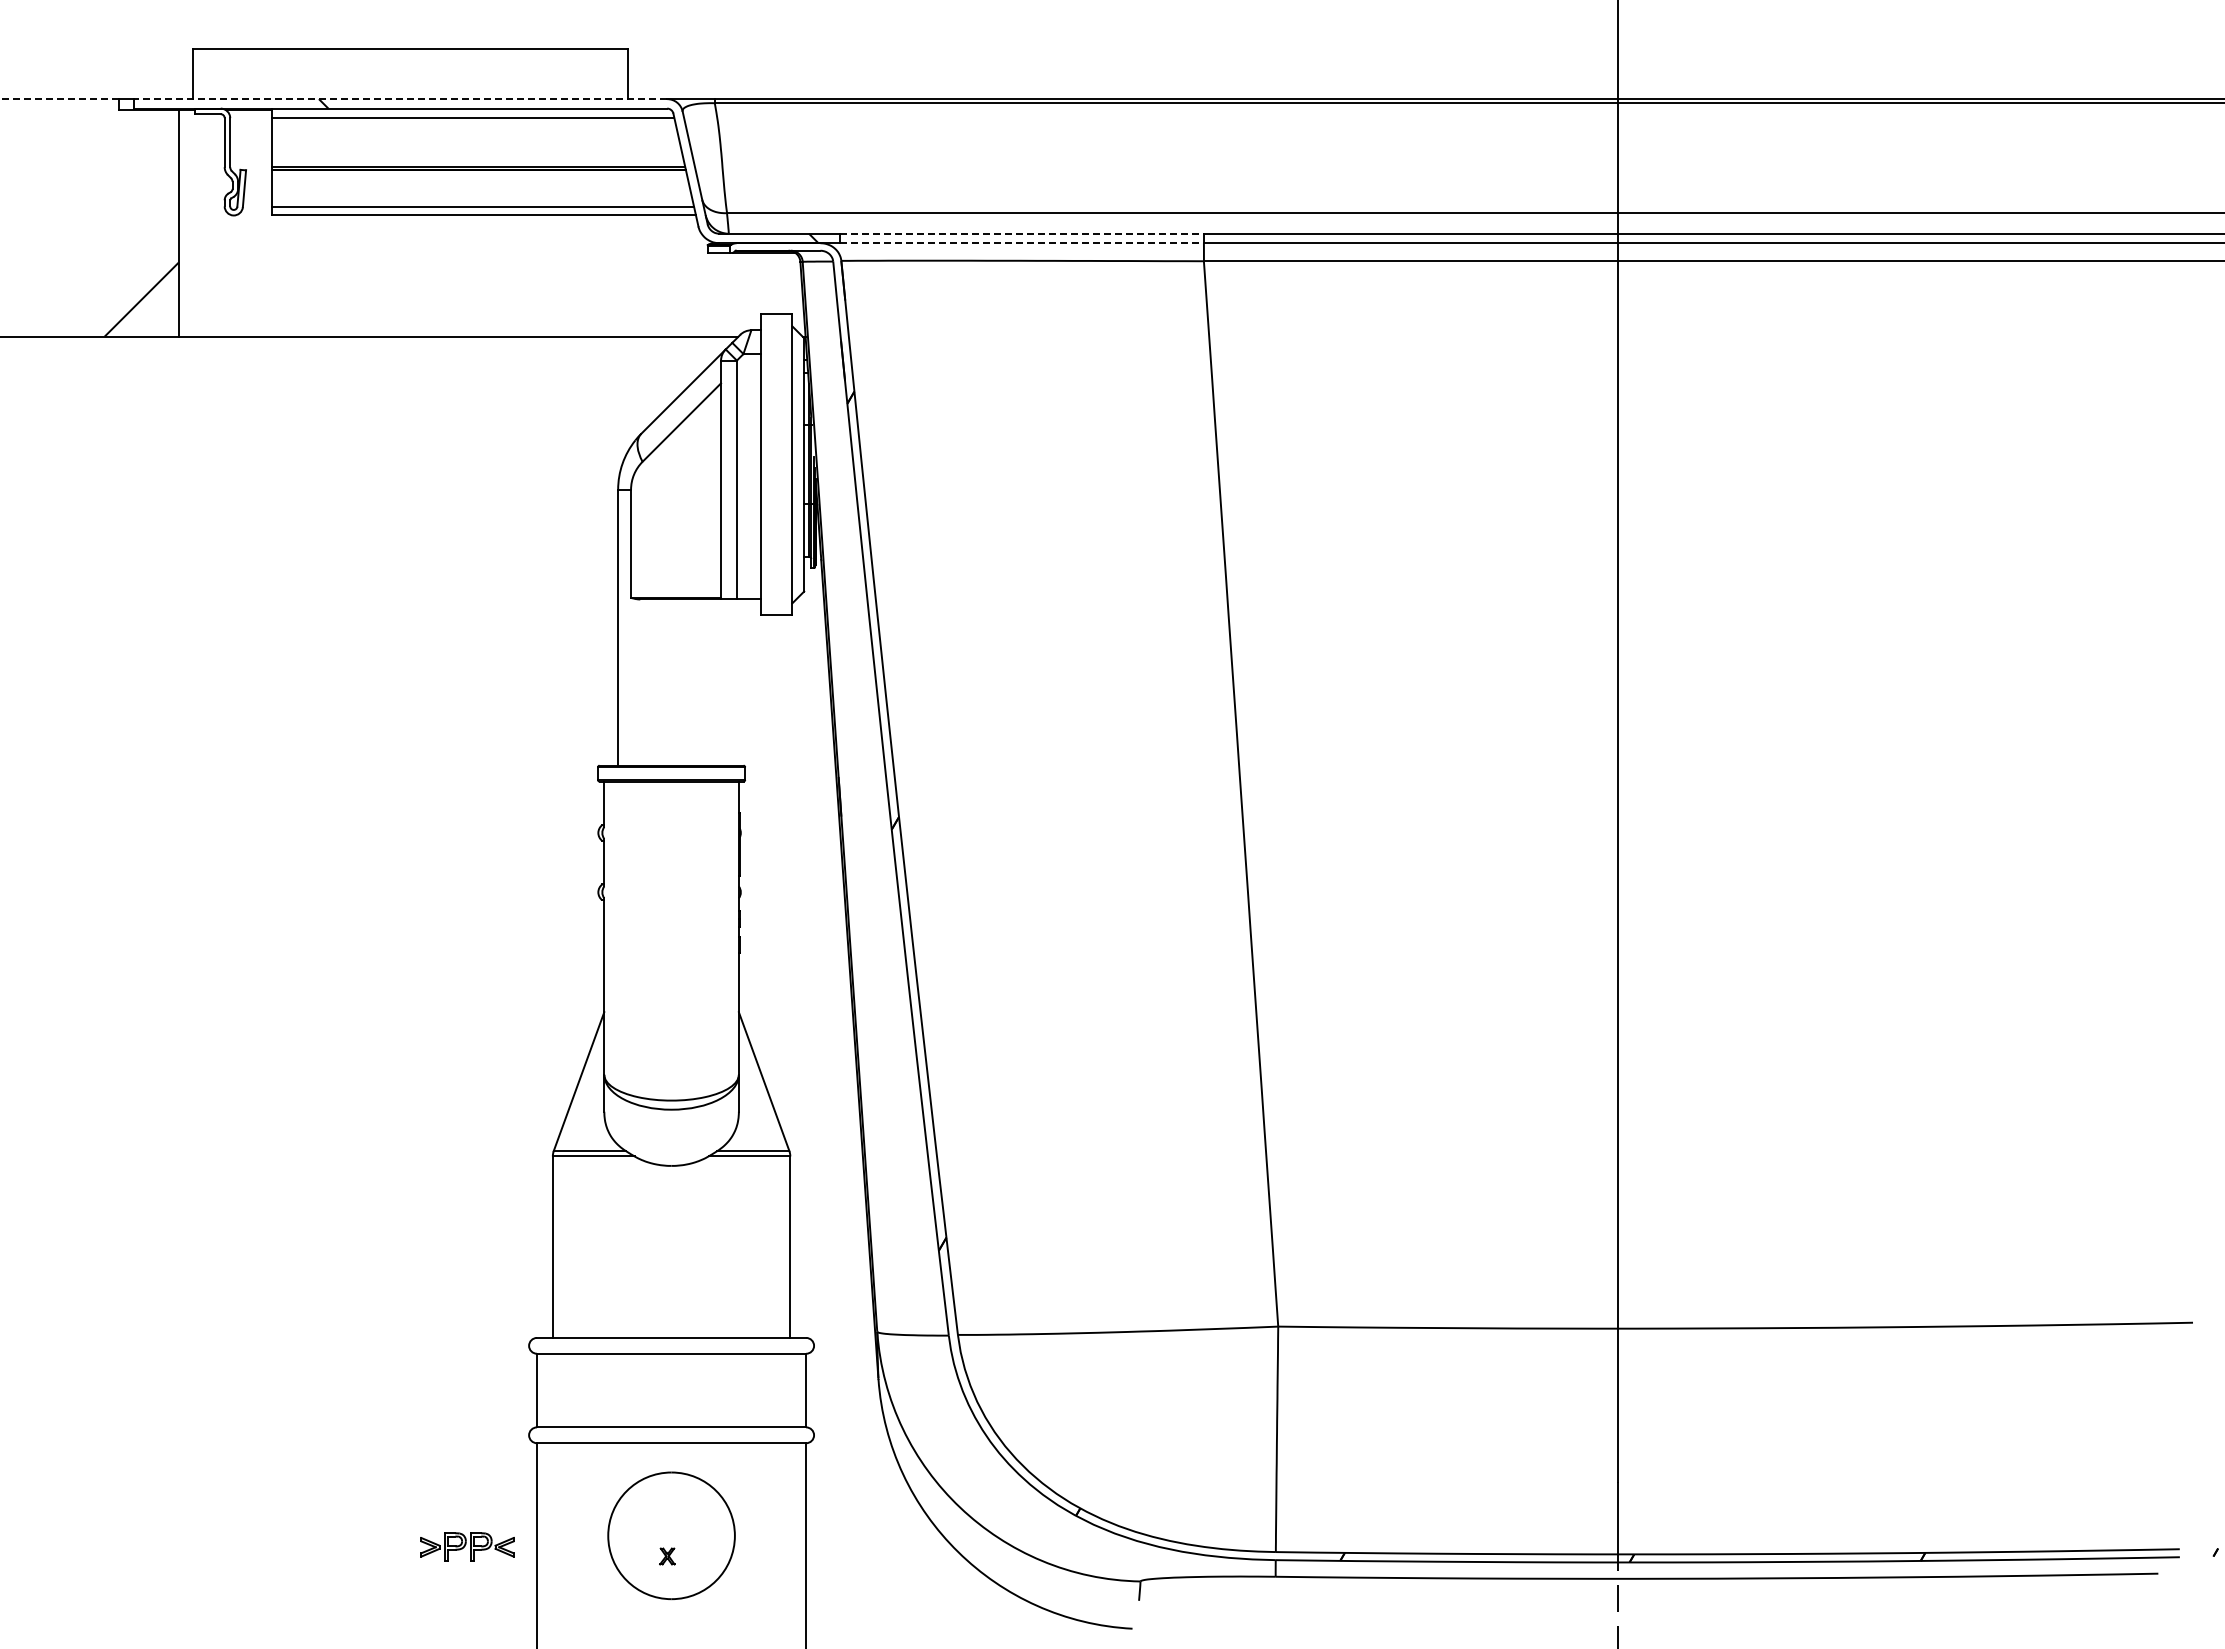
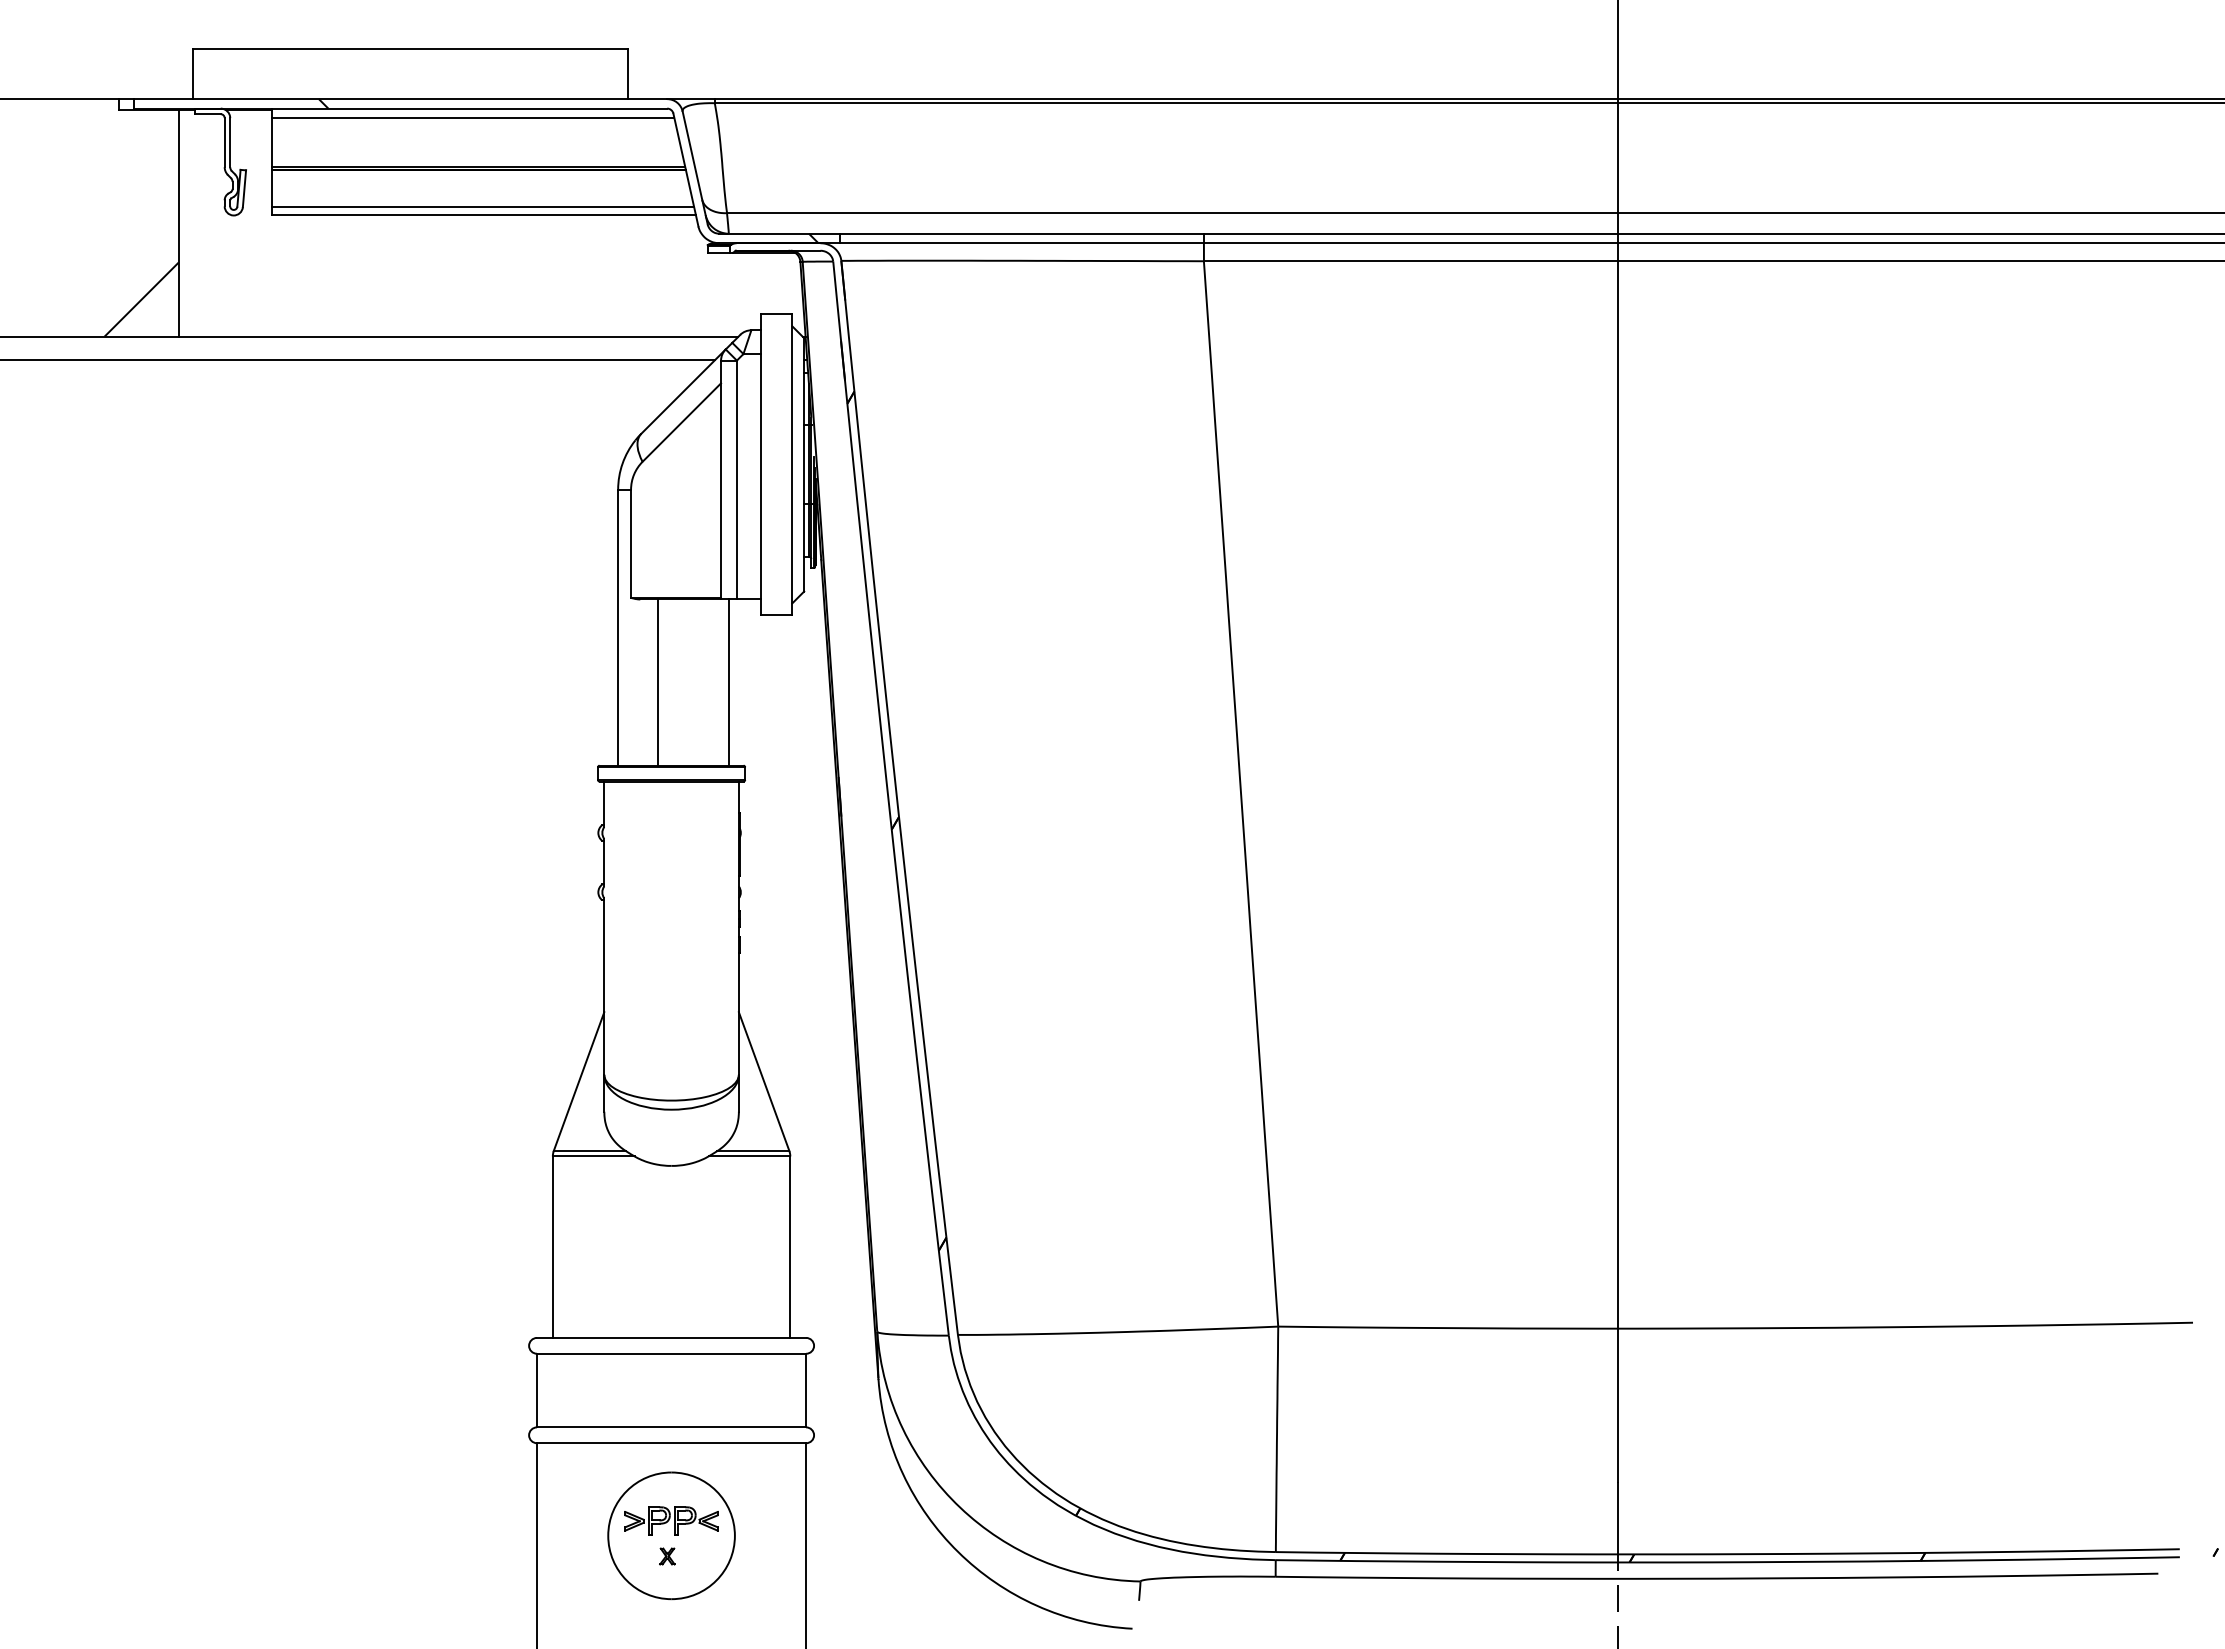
line at (59, 99): dashed -> solid
line at (400, 99): dashed -> solid
line at (1021, 233): dashed -> solid
line at (1021, 243): dashed -> solid
line at (358, 360): none -> present
line at (657, 682): none -> present
line at (728, 682): none -> present
part at (467, 1546) position: (467, 1546) -> (671, 1520)
